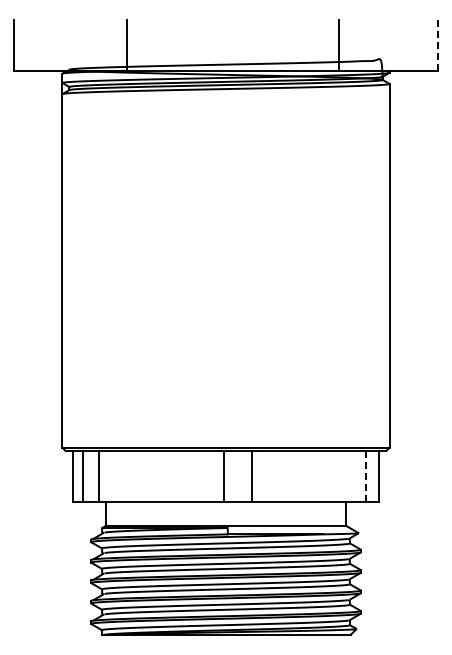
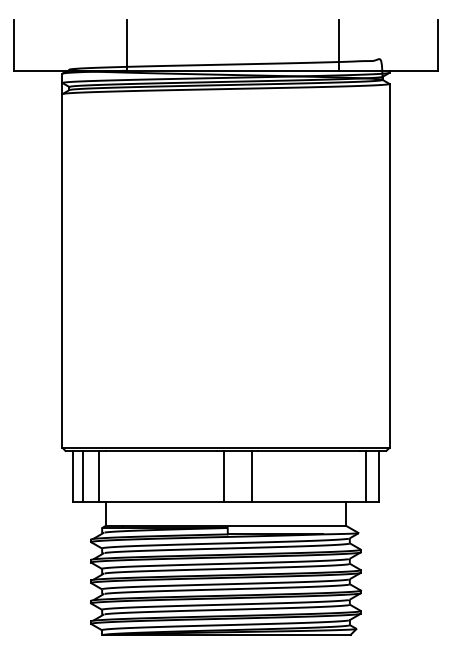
line at (438, 45): dashed -> solid
line at (366, 476): dashed -> solid
